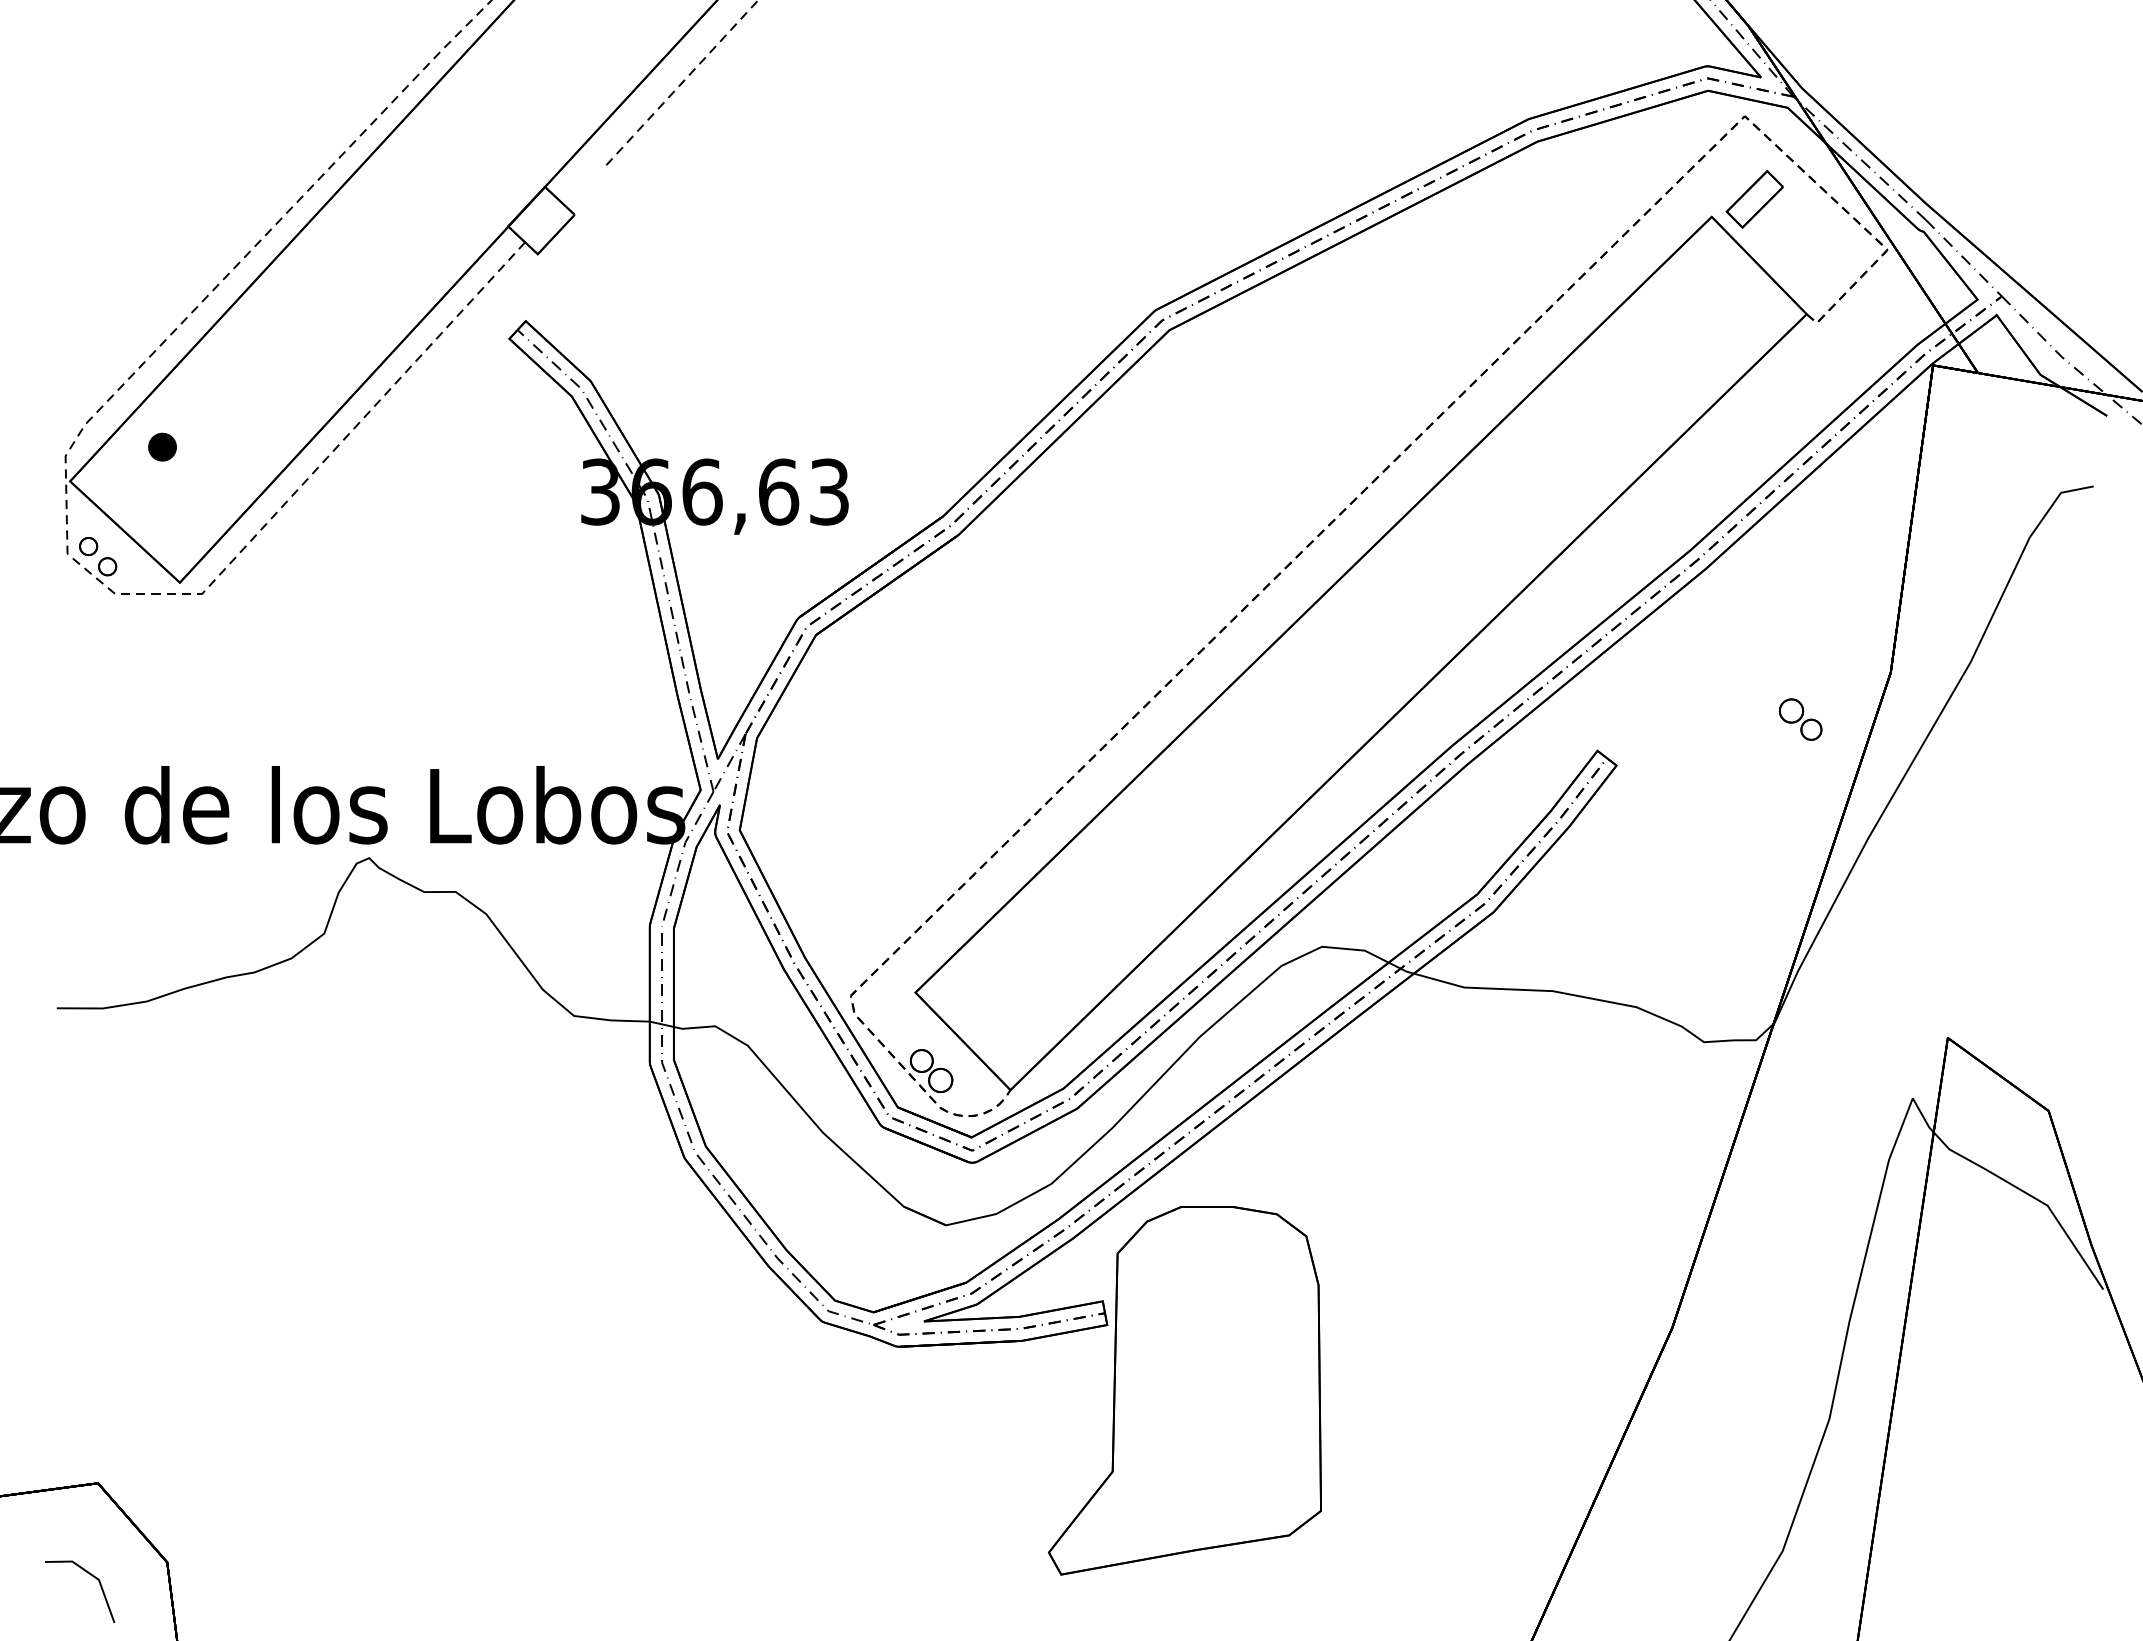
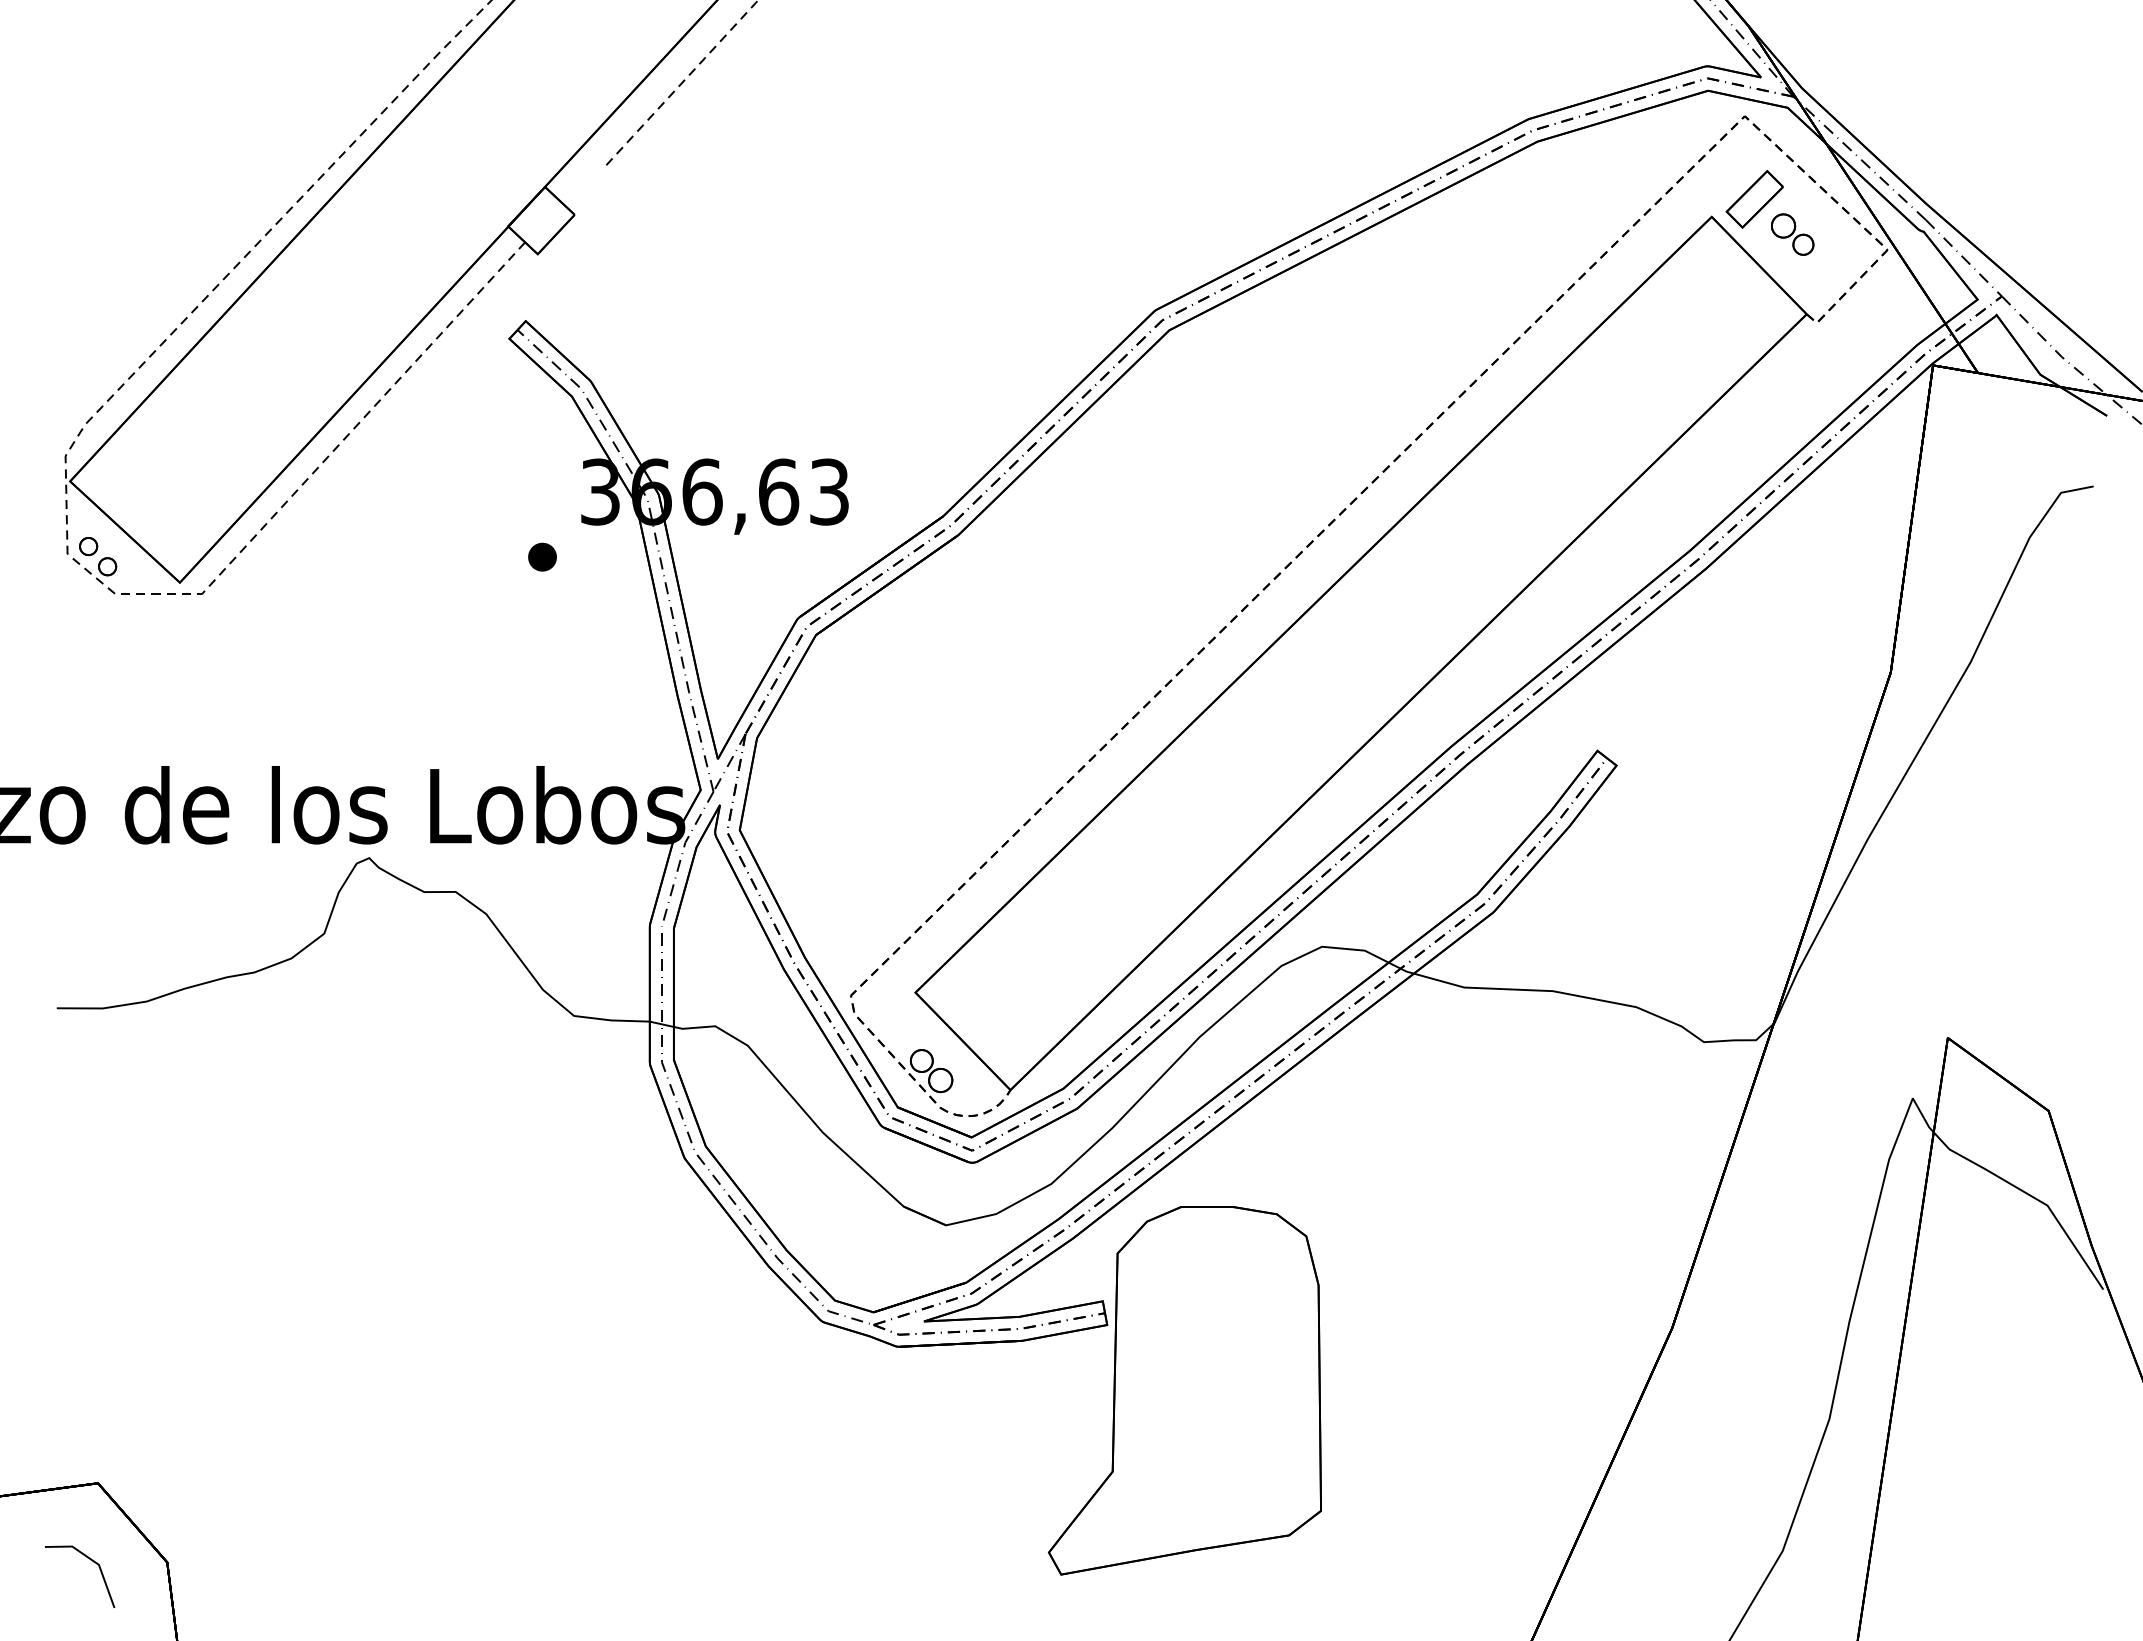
part at (162, 446) position: (162, 446) -> (542, 556)
part at (1800, 719) position: (1800, 719) -> (1792, 234)
line at (90, 1575) position: (90, 1575) -> (90, 1560)
